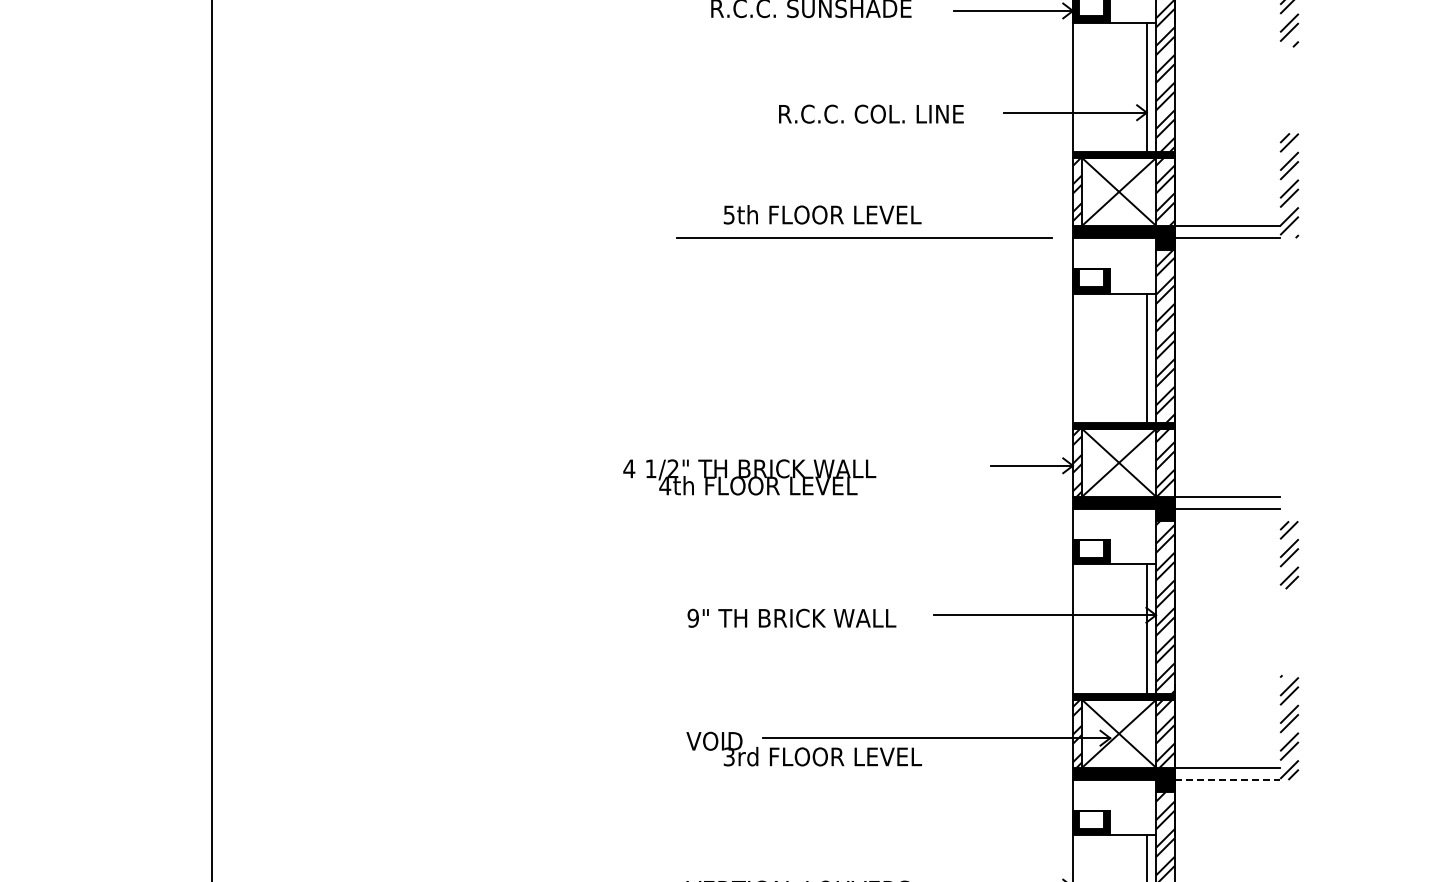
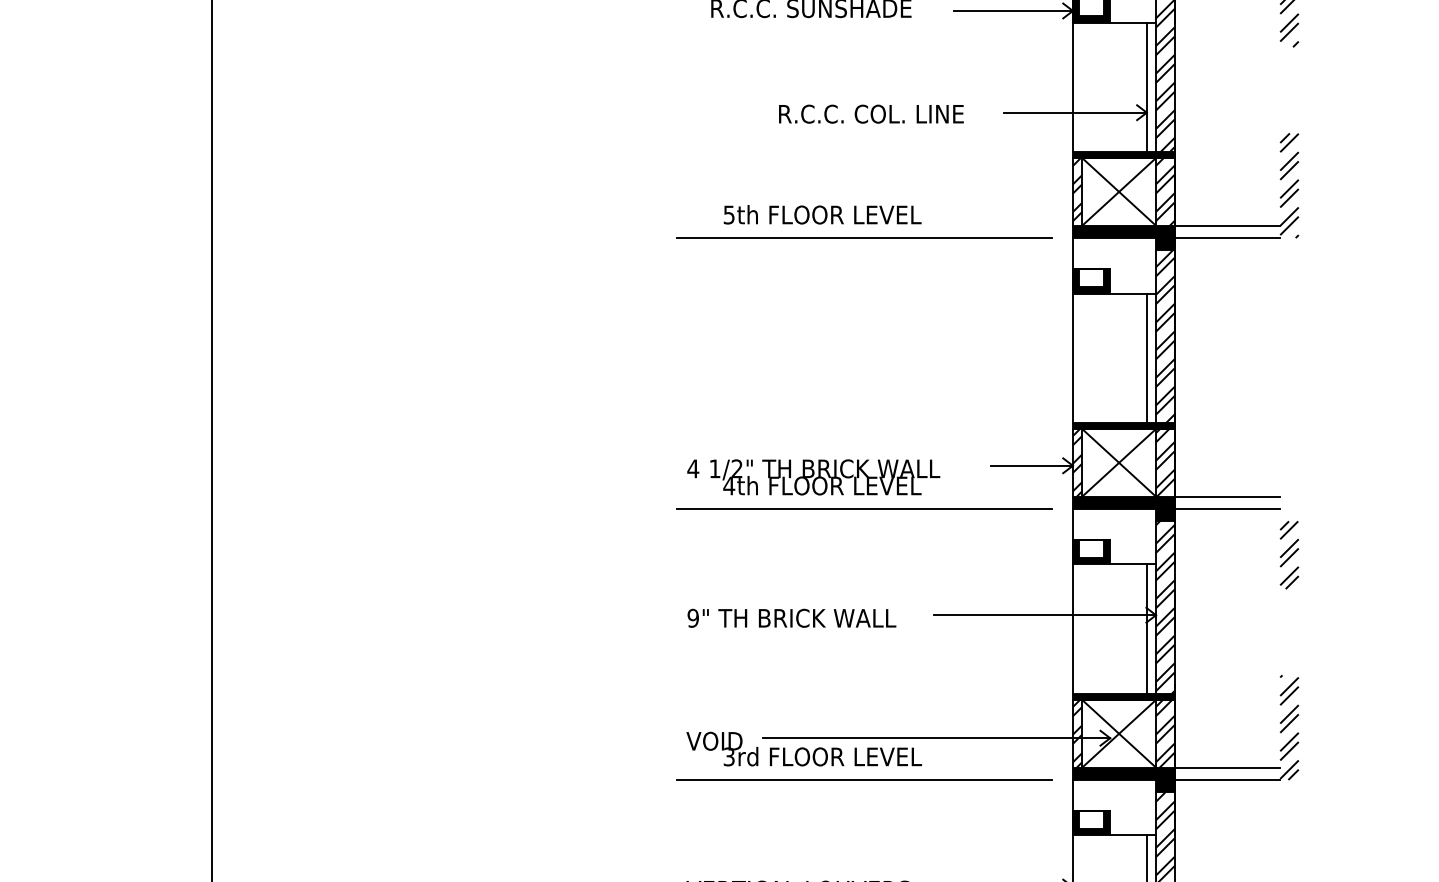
text at (749, 477) position: (749, 477) -> (813, 477)
line at (864, 509): none -> present
line at (864, 779): none -> present
line at (1227, 779): dashed -> solid
